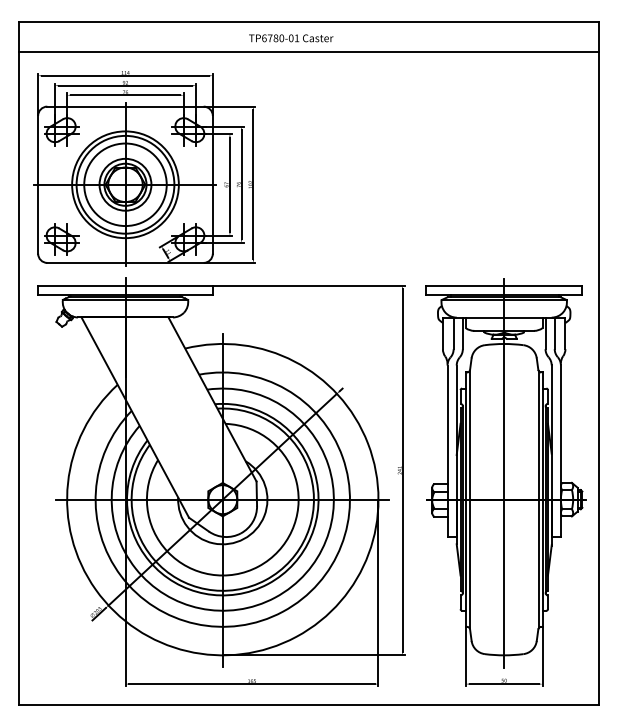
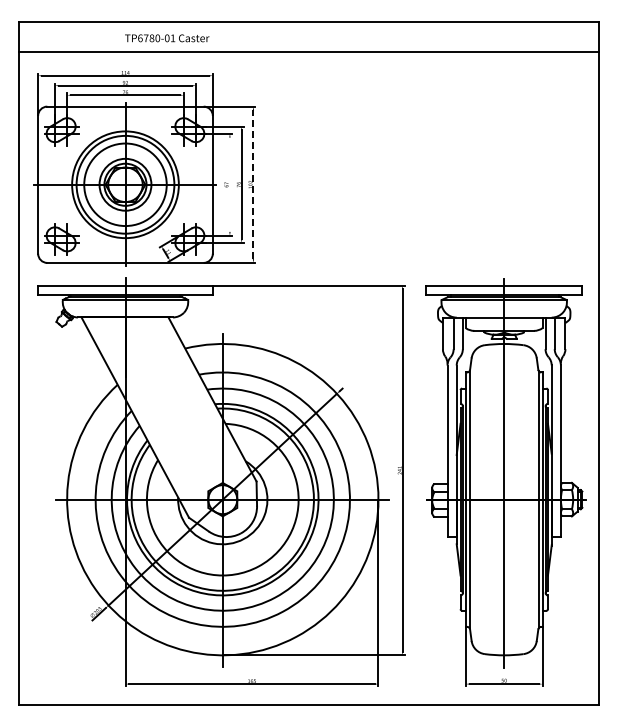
text at (291, 38) position: (291, 38) -> (167, 38)
line at (229, 184): present -> none
line at (253, 184): solid -> dashed
